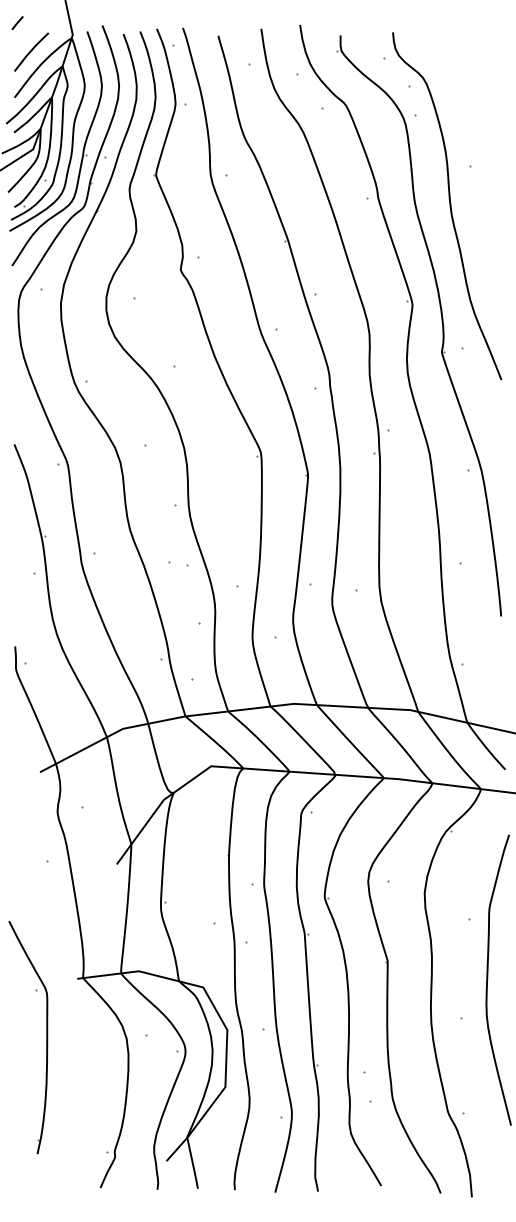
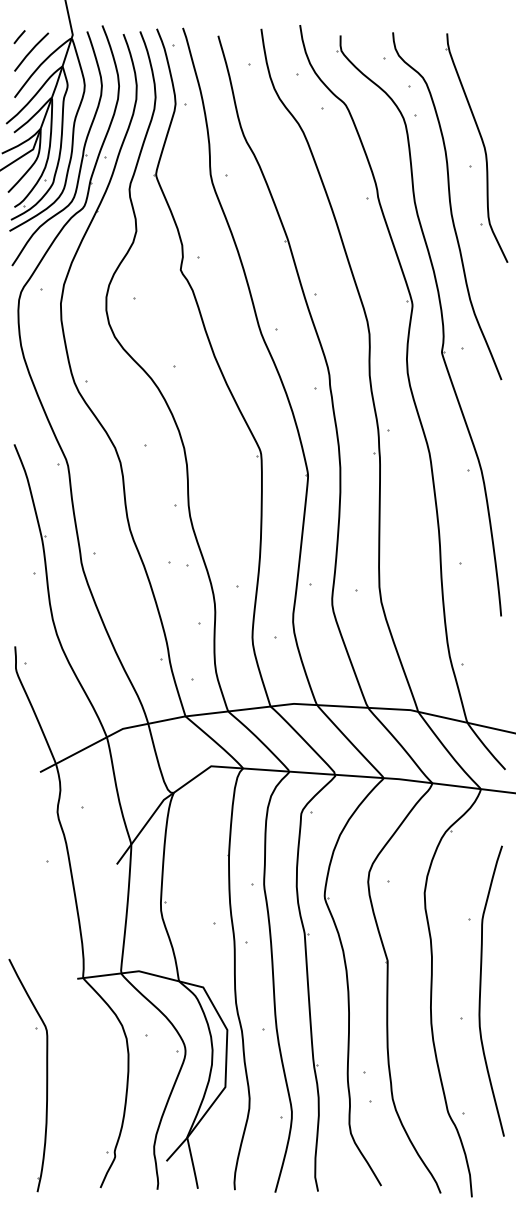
line at (17, 23) position: (17, 23) -> (19, 37)
part at (482, 144): none -> present
curve at (488, 979) position: (488, 979) -> (481, 990)
part at (46, 1037) position: (46, 1037) -> (46, 1075)
